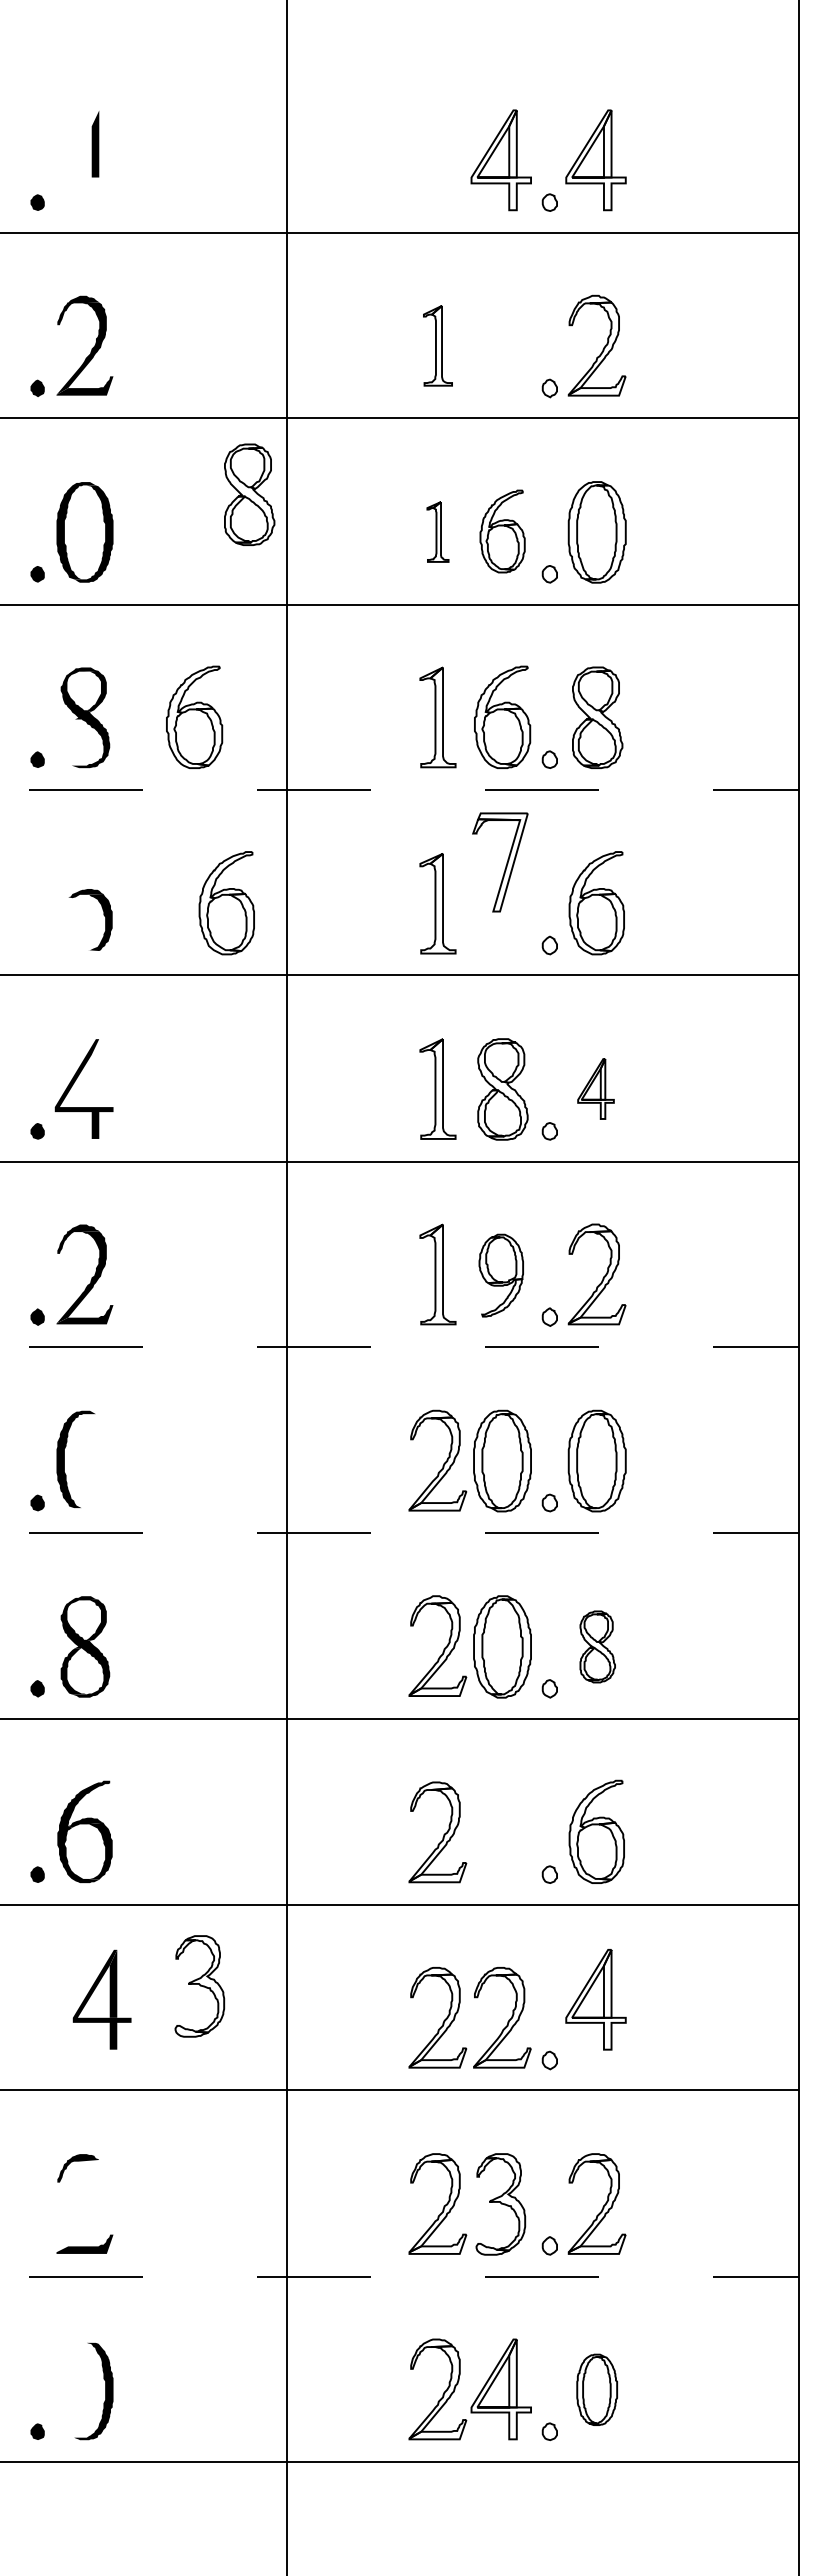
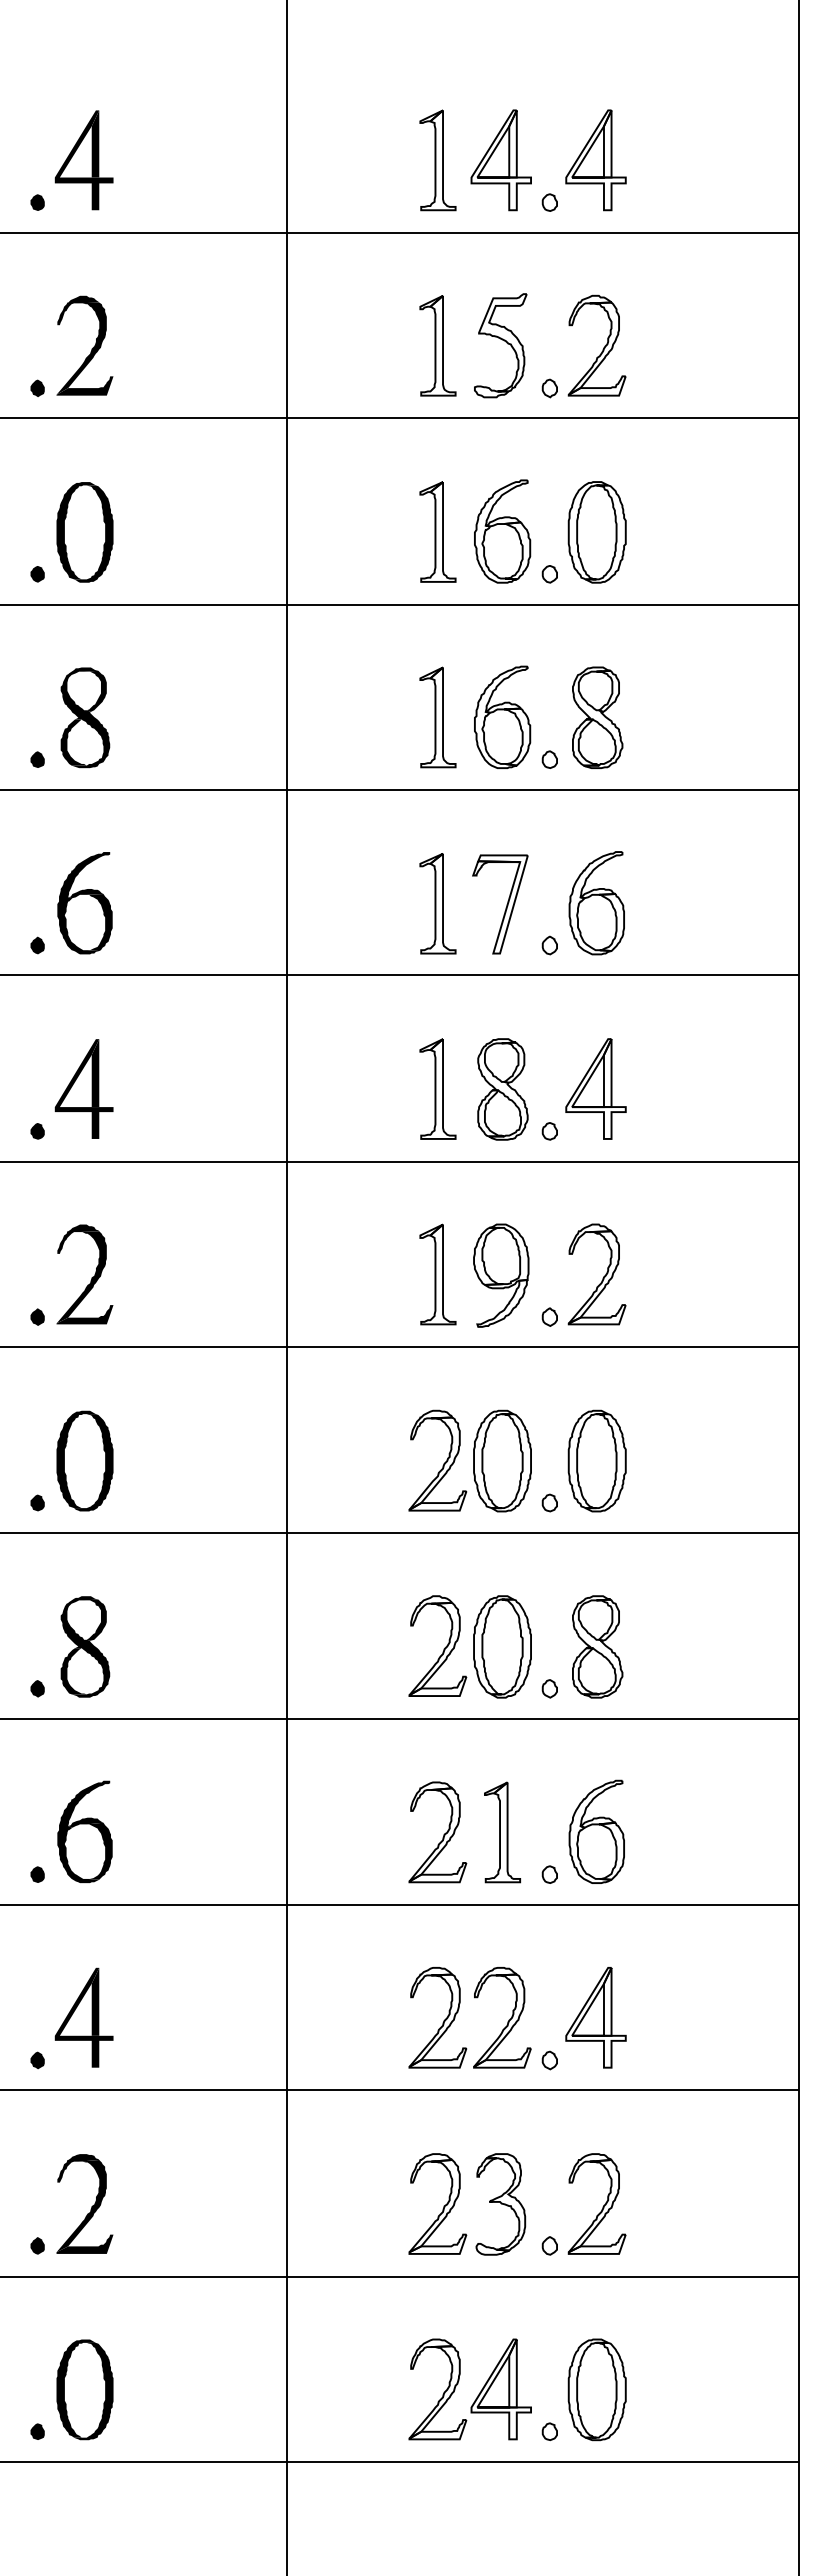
fill at (83, 160): none -> present
part at (437, 160): none -> present
part at (437, 345) size: 30x82 px -> 38x102 px
part at (500, 345): none -> present
part at (249, 494): present -> none
part at (437, 531) size: 24x62 px -> 38x102 px
part at (502, 531) size: 47x85 px -> 58x105 px
part at (194, 716): present -> none
fill at (73, 742): none -> present
line at (400, 789): dashed -> solid
part at (500, 862) position: (500, 862) -> (500, 904)
fill at (83, 903): none -> present
part at (226, 903): present -> none
fill at (37, 945): none -> present
fill at (79, 1073): none -> present
part at (595, 1088) size: 38x62 px -> 62x102 px
part at (500, 1275) size: 46x85 px -> 57x105 px
line at (400, 1347): dashed -> solid
fill at (93, 1462): none -> present
line at (400, 1533): dashed -> solid
part at (597, 1646) size: 37x74 px -> 52x104 px
part at (502, 1832): none -> present
part at (199, 1986): present -> none
part at (101, 1999) position: (101, 1999) -> (83, 2017)
part at (595, 1999) position: (595, 1999) -> (595, 2017)
fill at (37, 2060): none -> present
fill at (81, 2205): none -> present
fill at (37, 2245): none -> present
line at (400, 2276): dashed -> solid
fill at (75, 2388): none -> present
part at (596, 2389) size: 42x73 px -> 60x104 px
